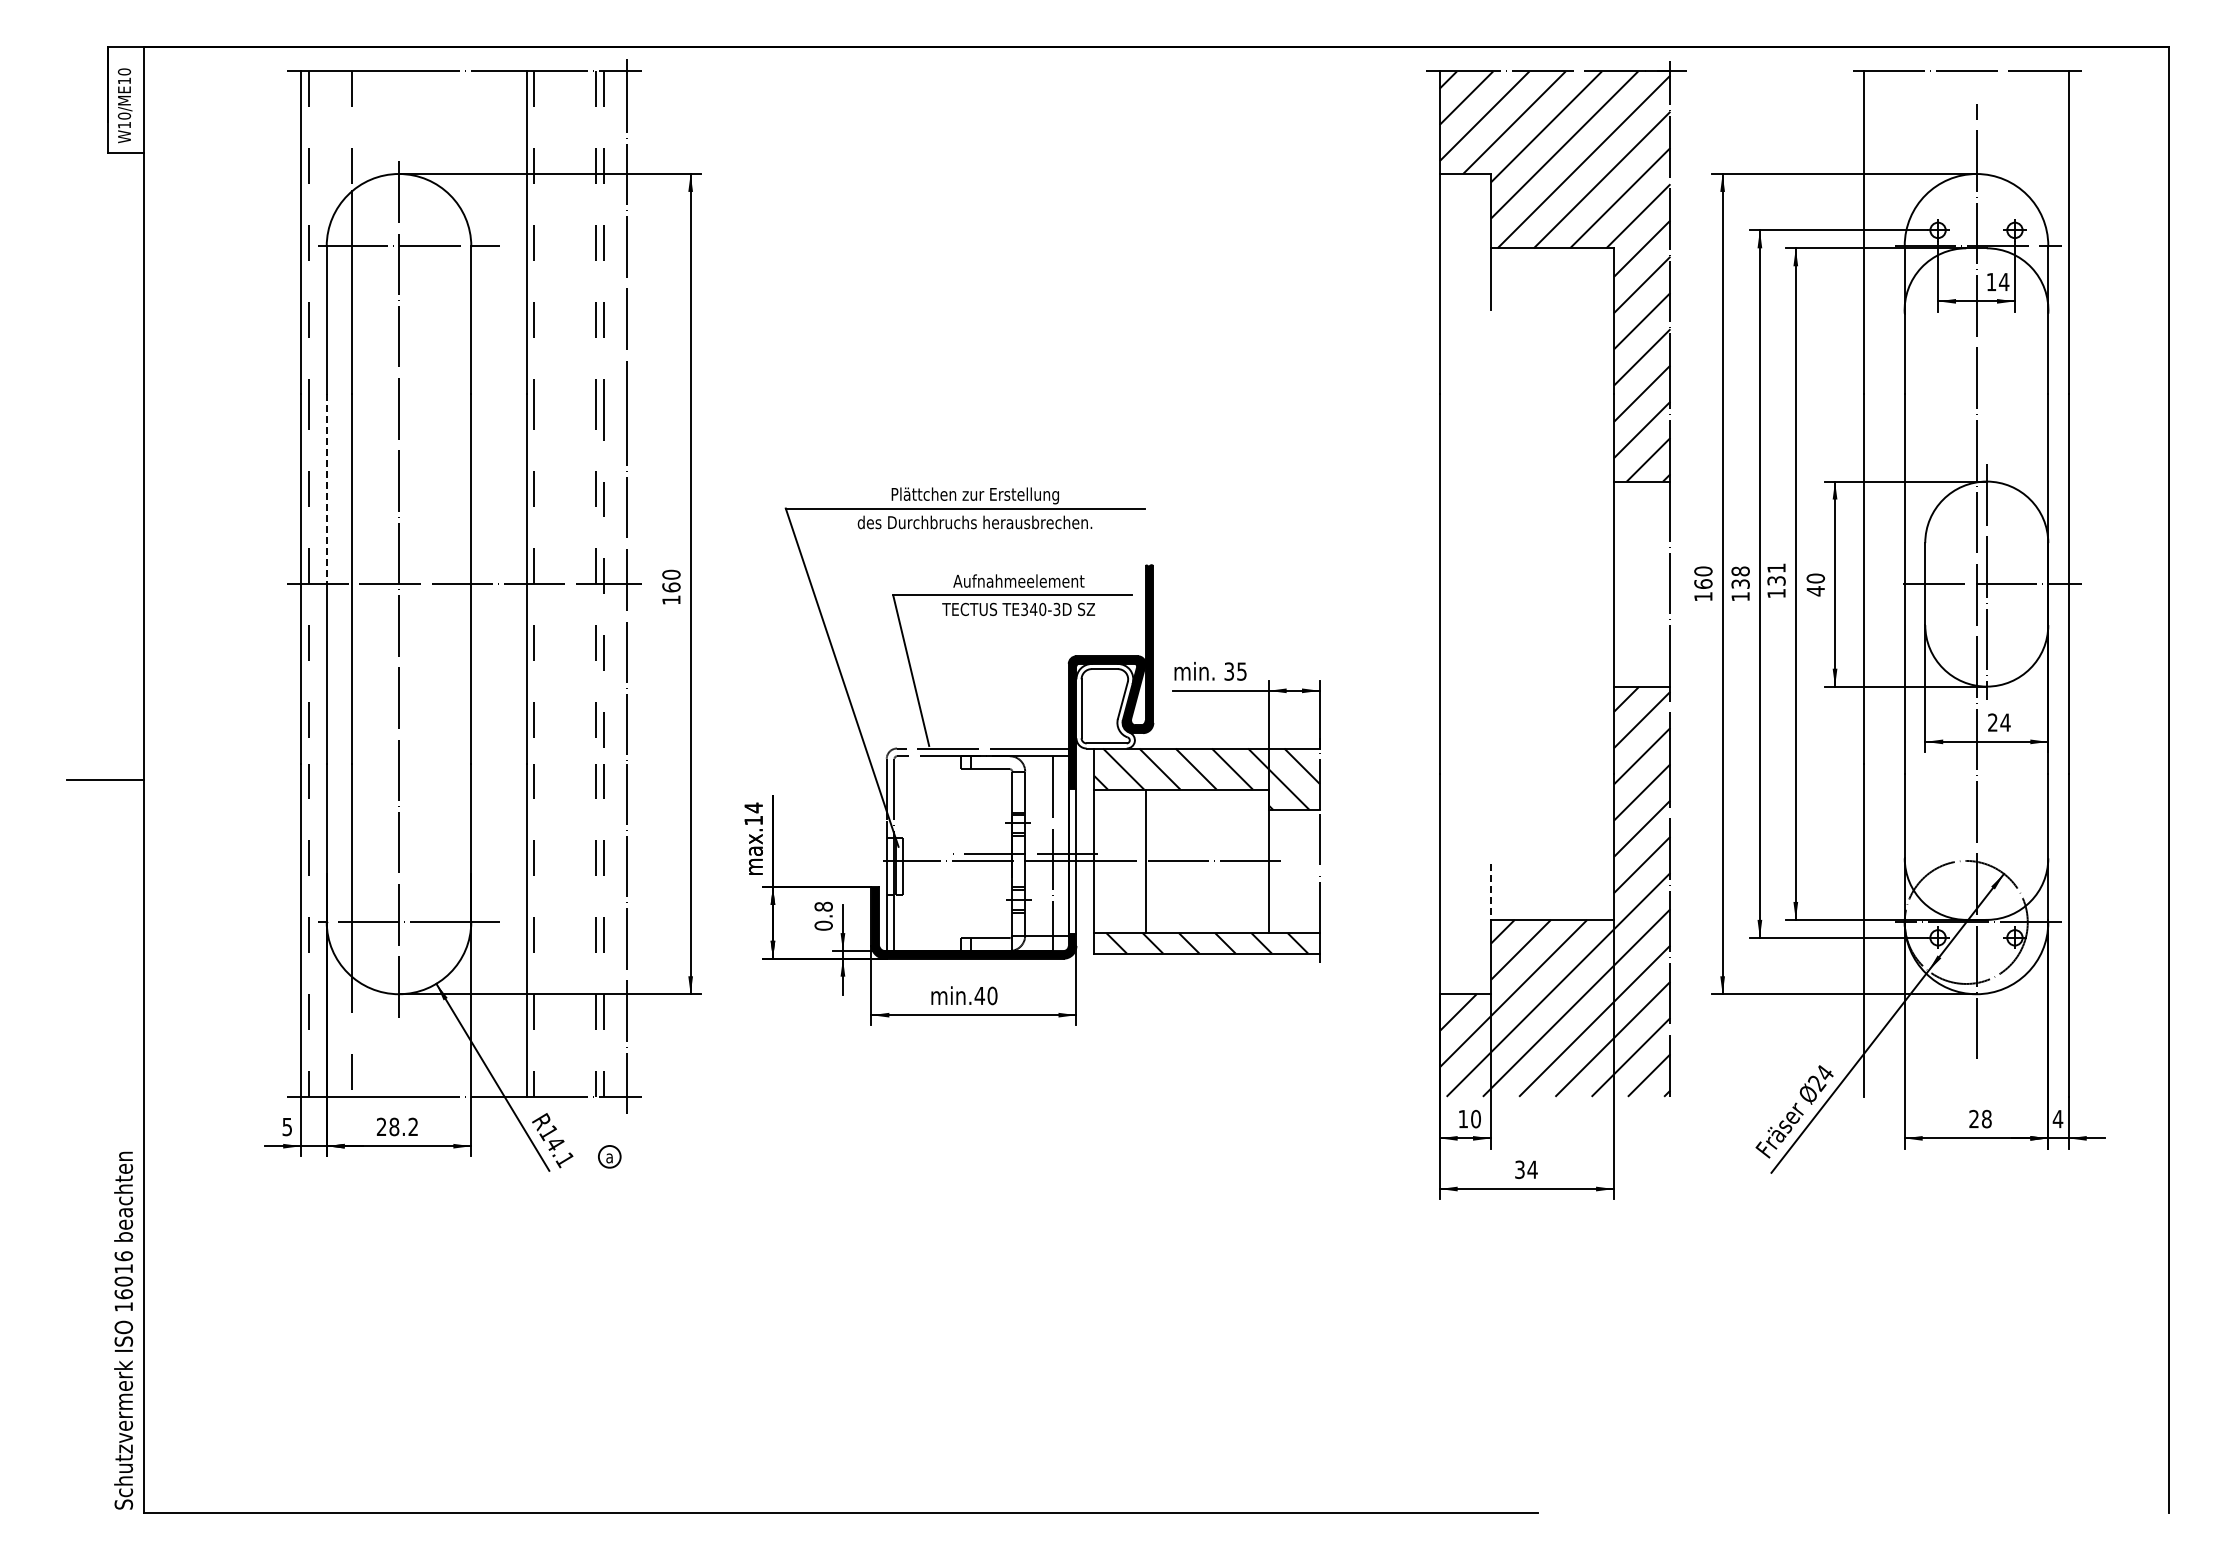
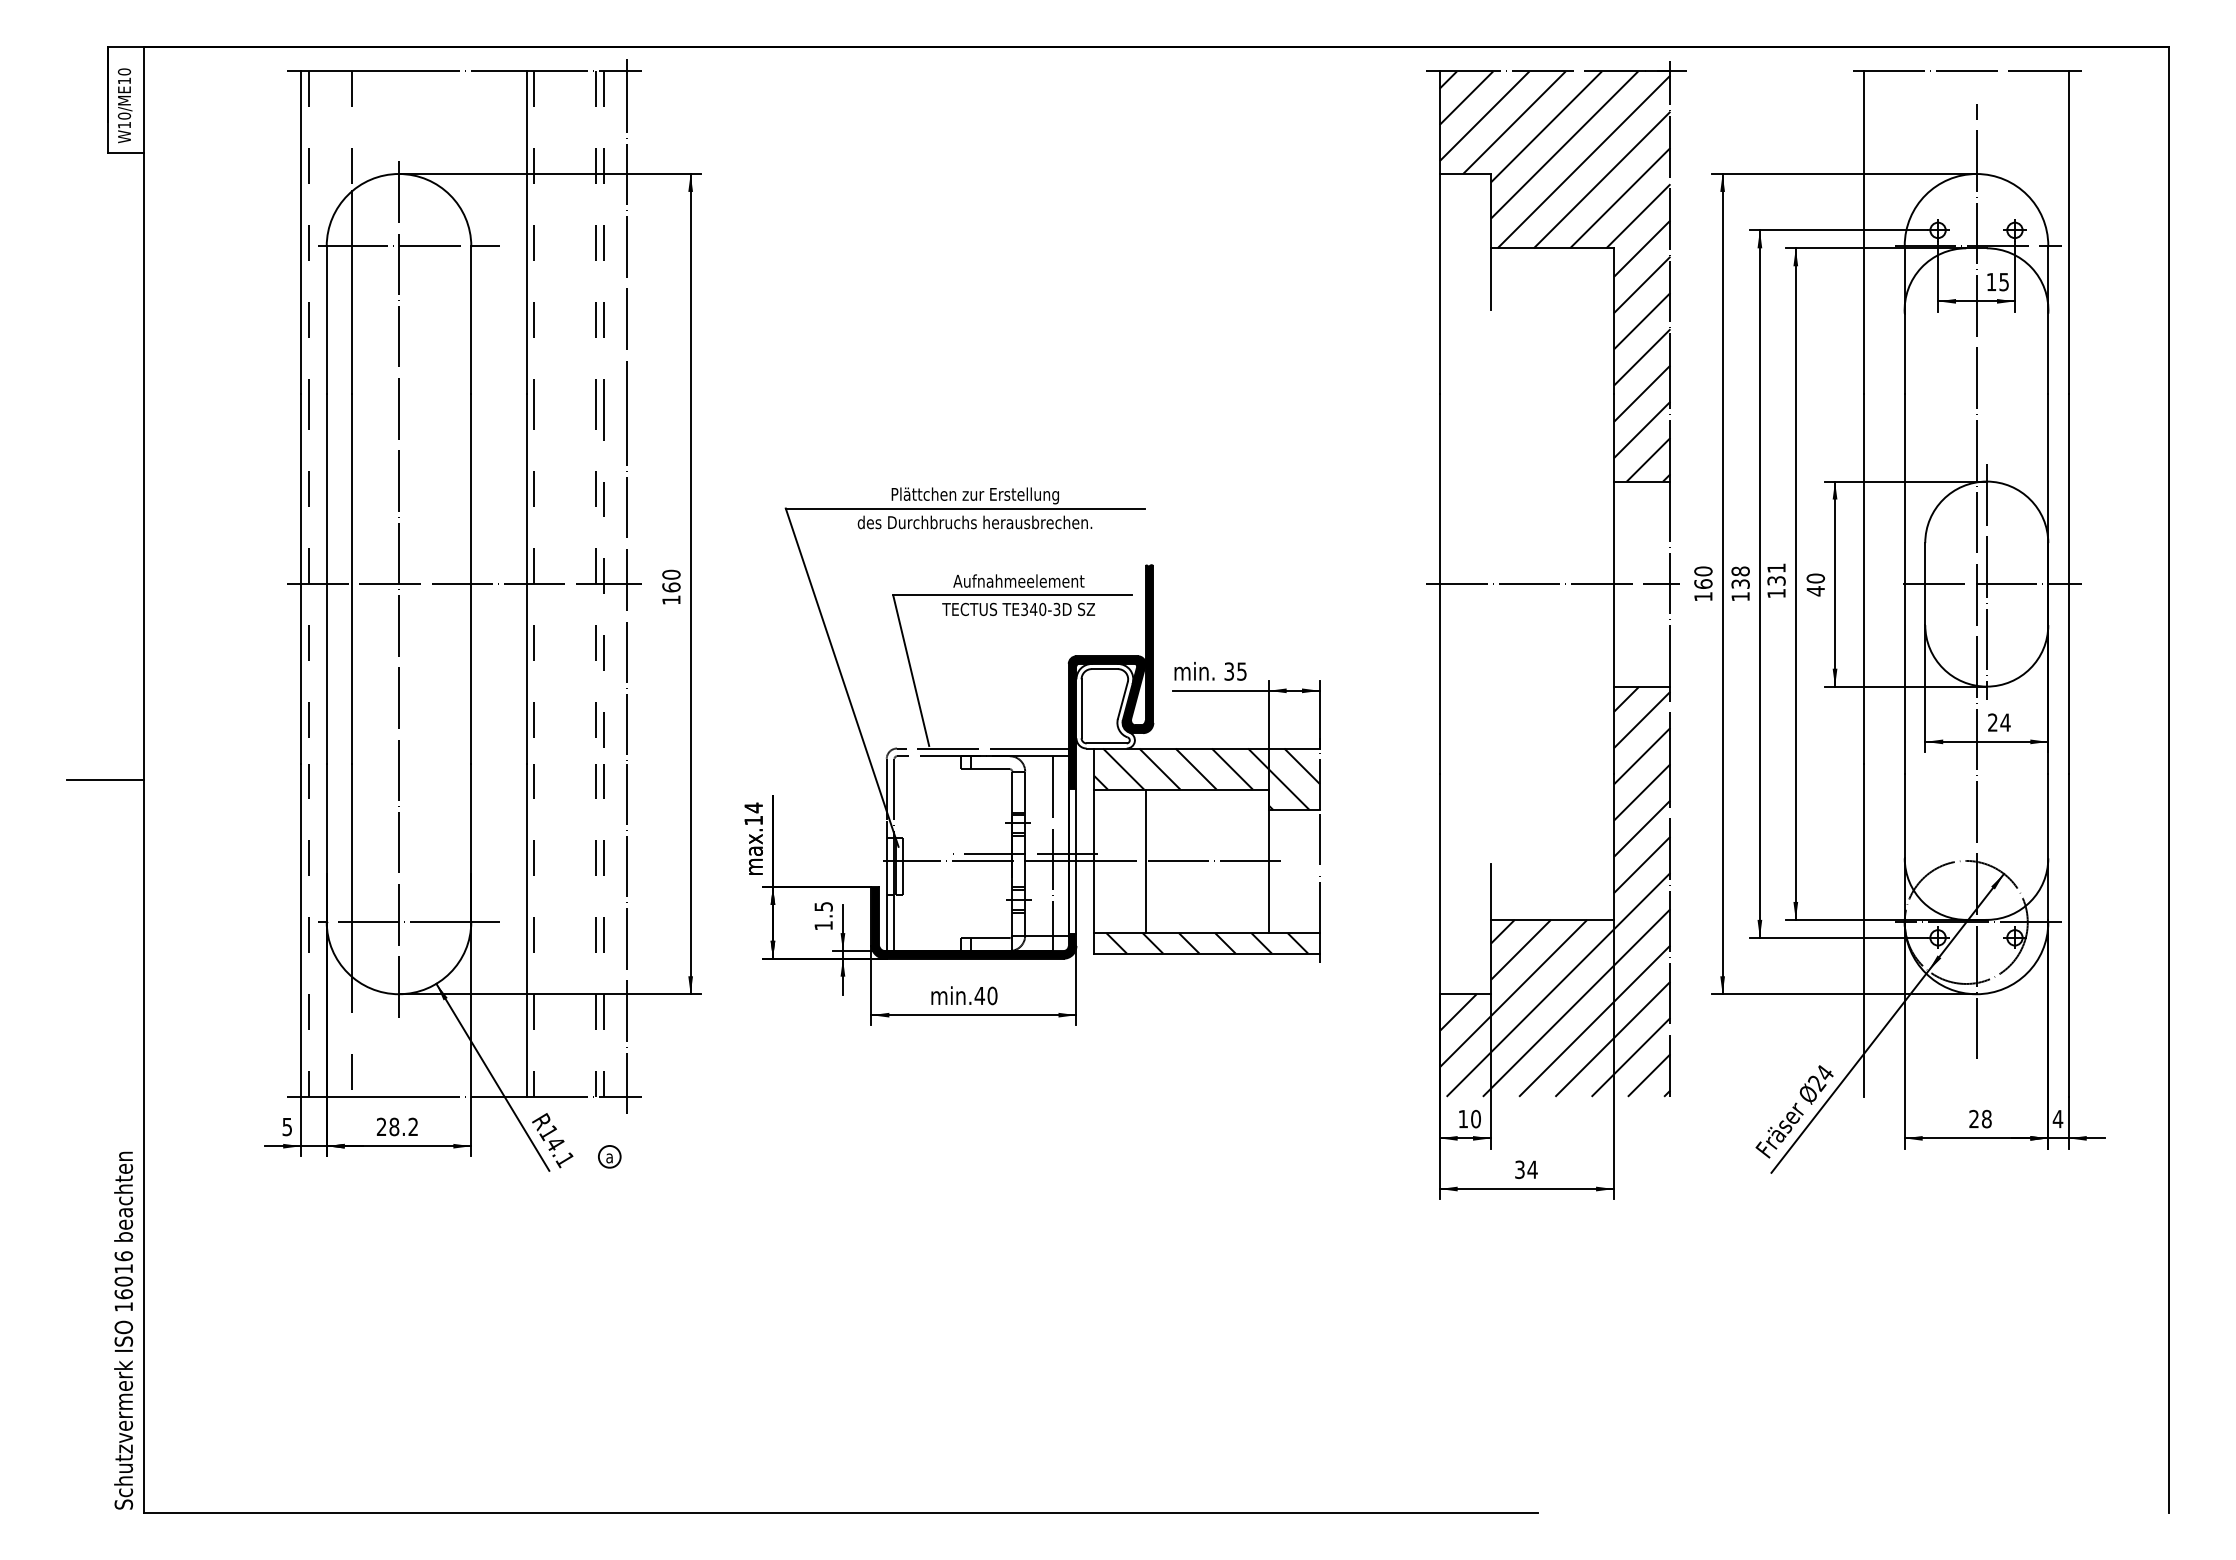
text at (2003, 282): 14 -> 15
line at (326, 489): dashed -> solid
line at (1553, 584): none -> present
line at (1490, 892): dashed -> solid
text at (823, 915): 0.8 -> 1.5
